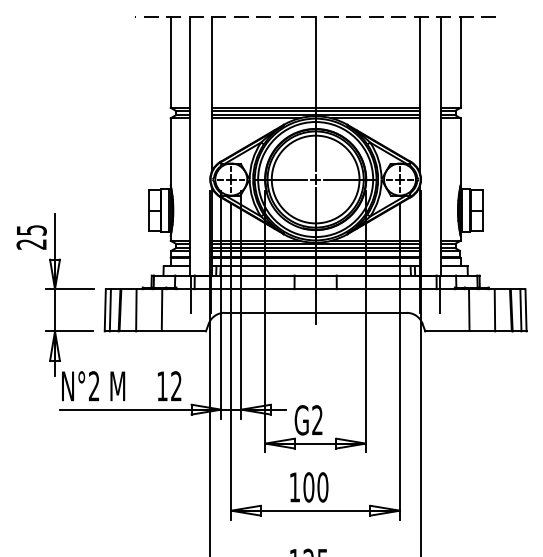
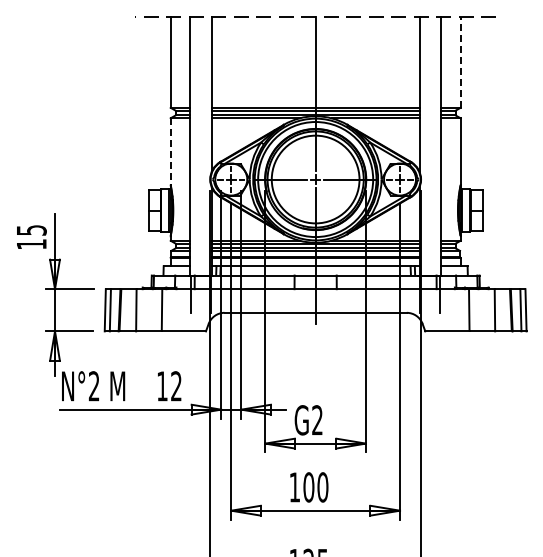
line at (460, 62): solid -> dashed
line at (170, 152): solid -> dashed
text at (31, 244): 25 -> 15
